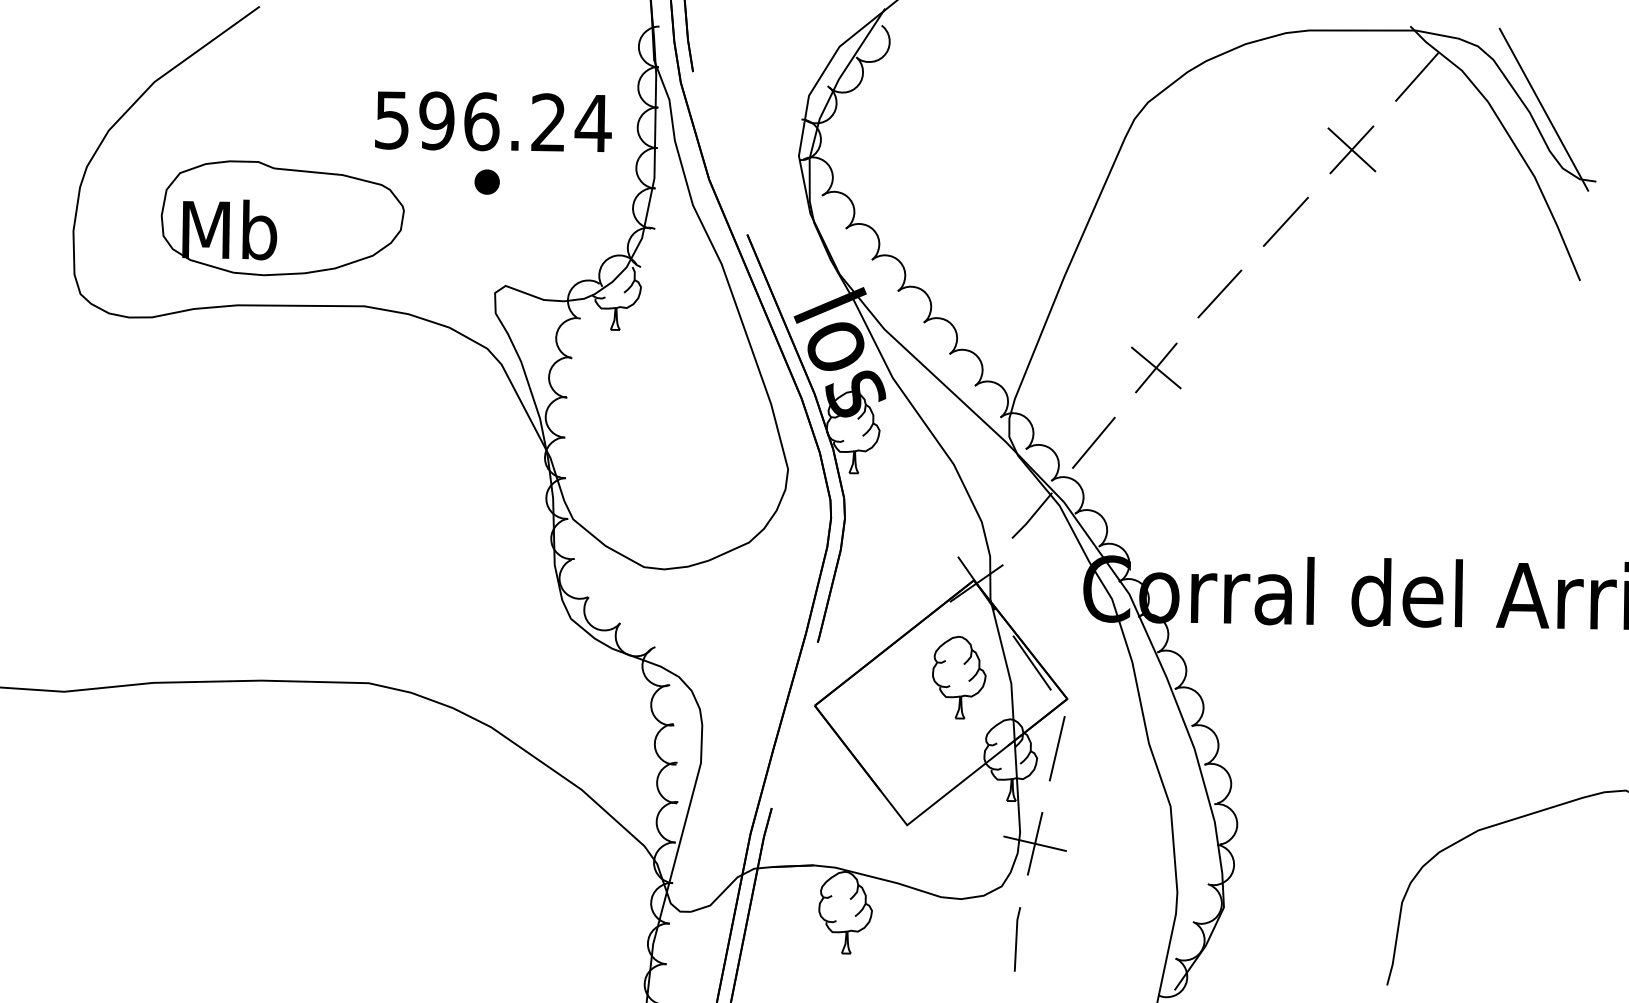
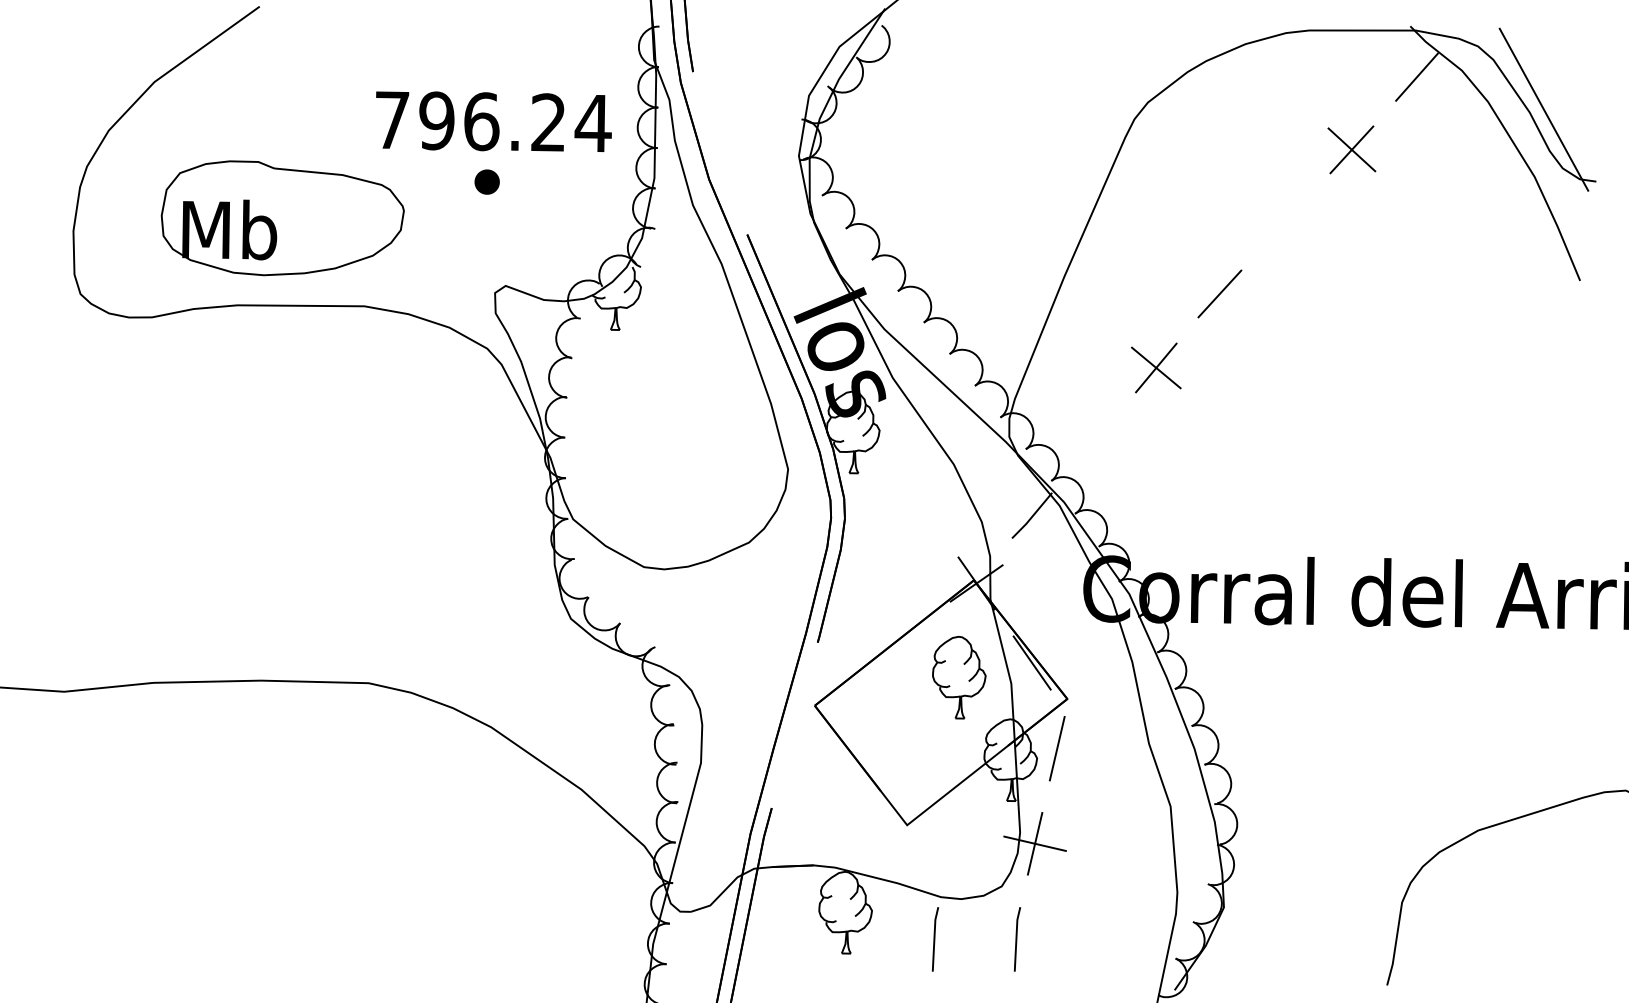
text at (392, 120): 596.24 -> 796.24
line at (1285, 221): present -> none
line at (1093, 442): present -> none
line at (935, 939): none -> present
